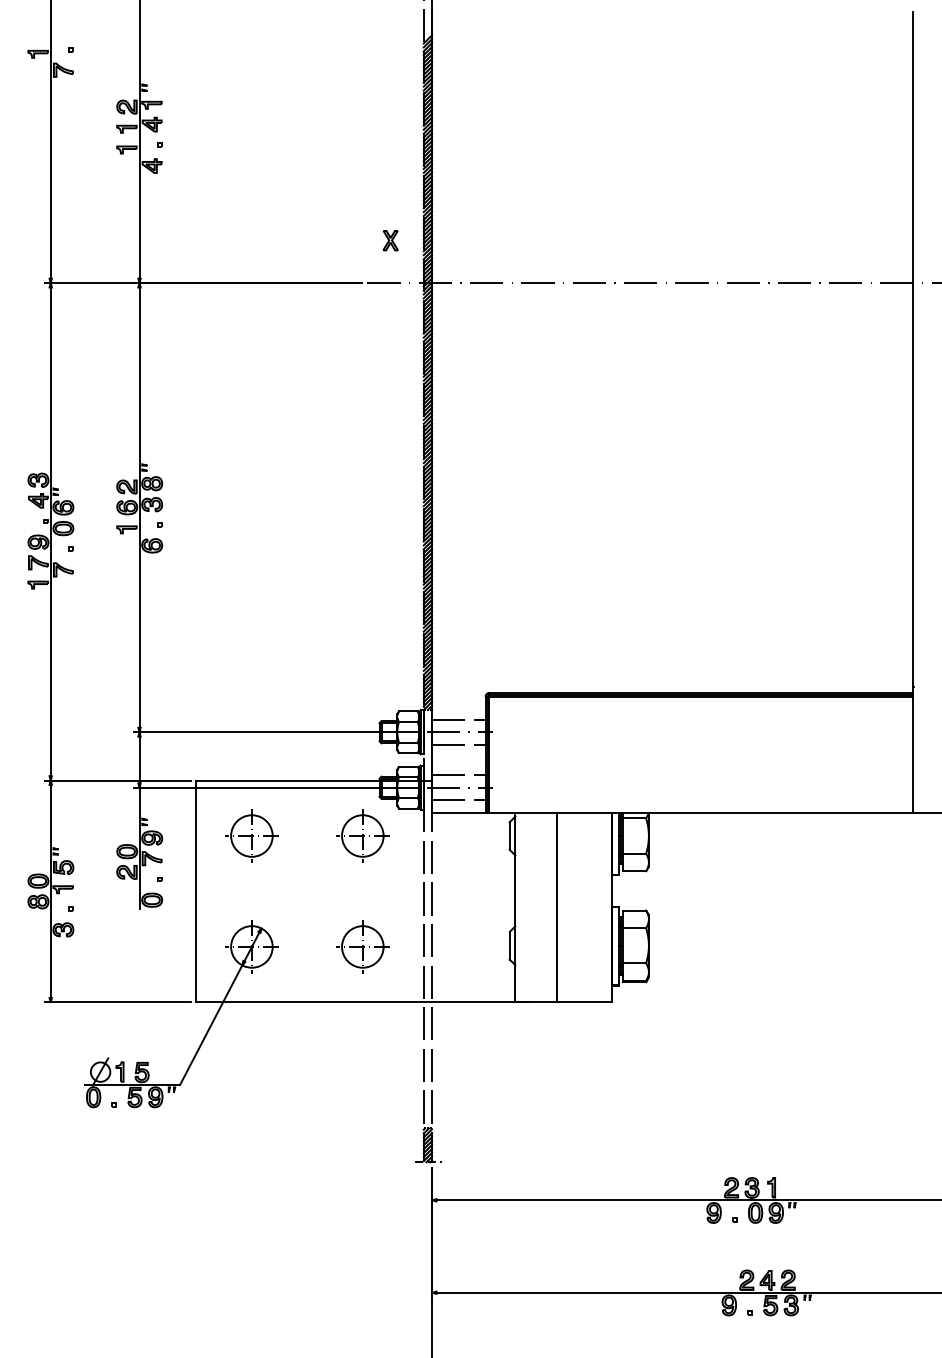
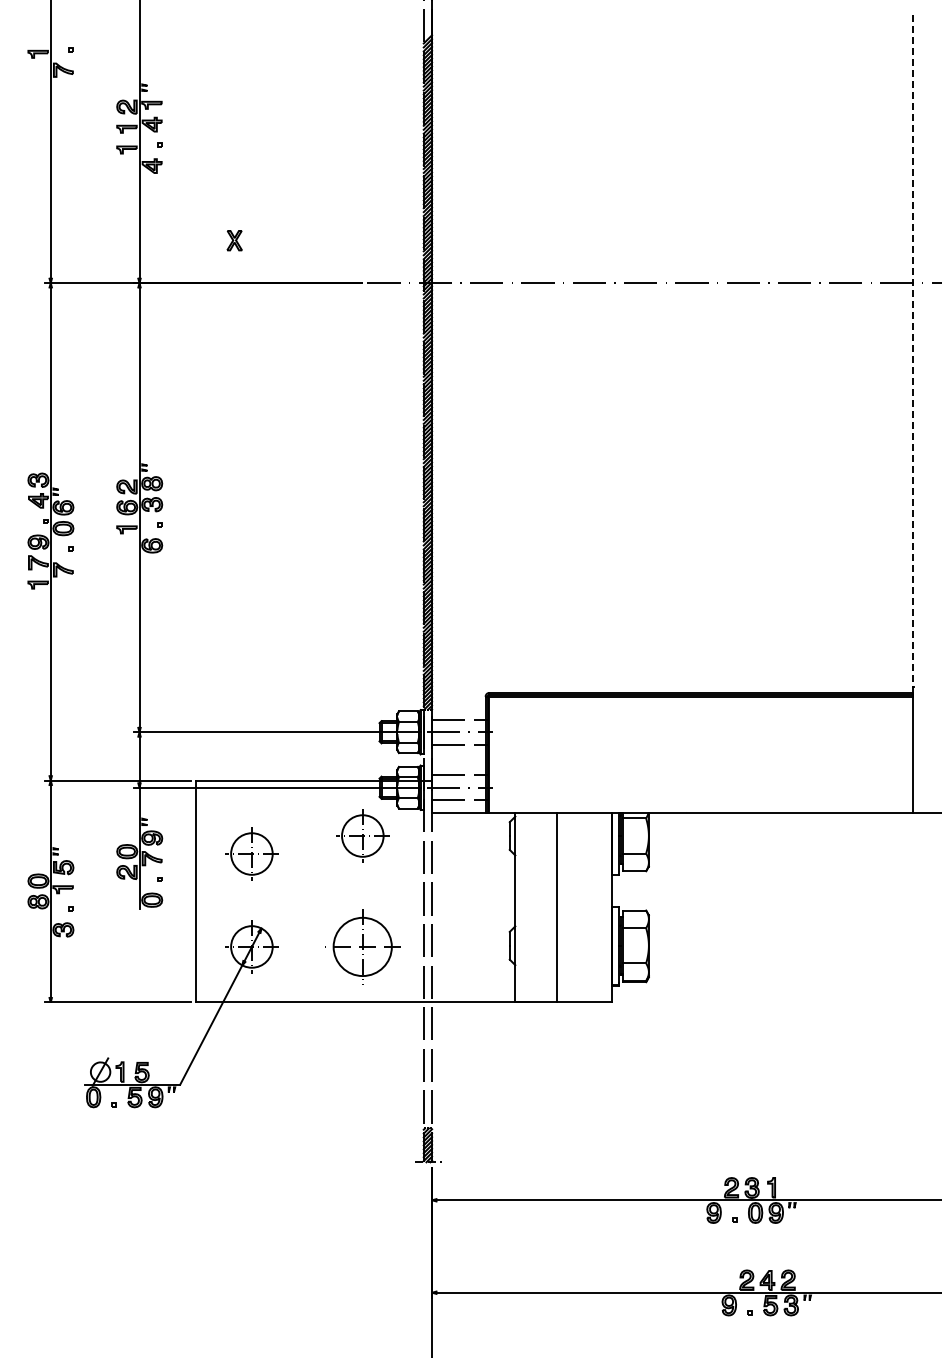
part at (390, 240) position: (390, 240) -> (234, 240)
line at (913, 351): solid -> dashed
part at (251, 835) position: (251, 835) -> (251, 853)
part at (362, 946) size: 54x54 px -> 76x76 px
